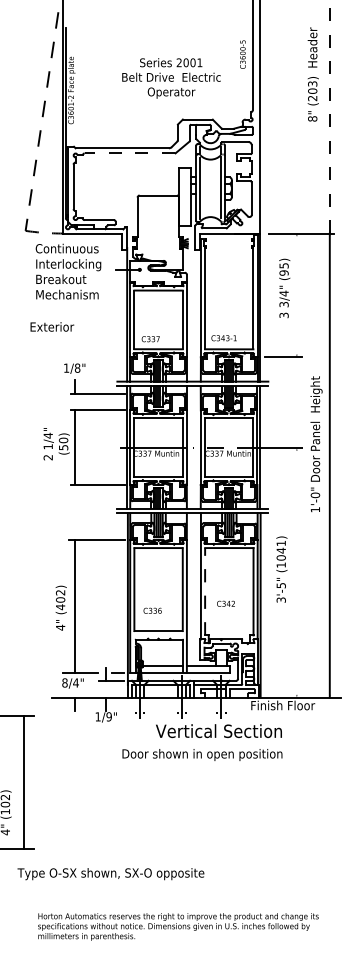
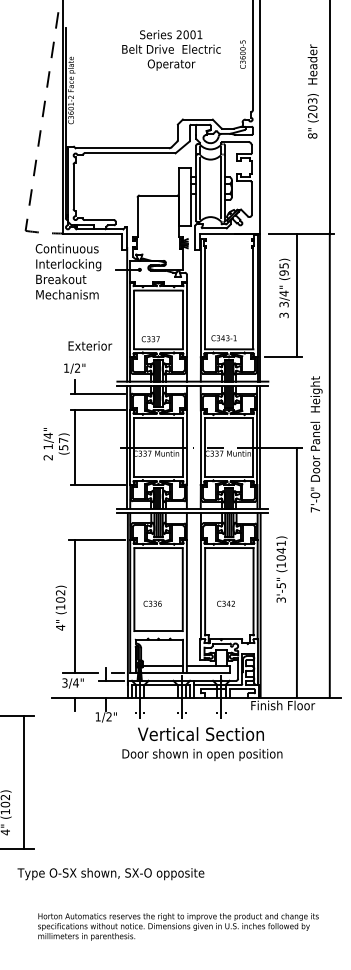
text at (312, 74) position: (312, 74) -> (312, 91)
text at (171, 78) position: (171, 78) -> (171, 50)
line at (329, 116): dashed -> solid
line at (129, 153): dashed -> solid
line at (296, 295): none -> present
text at (52, 326) position: (52, 326) -> (90, 345)
text at (77, 367): 1/8" -> 1/2"
text at (63, 440): (50) -> (57)
text at (314, 509): 1'-0" -> 7'-0"
line at (296, 572): none -> present
line at (205, 591): dashed -> solid
text at (60, 607): (402) -> (102)
text at (152, 610) position: (152, 610) -> (152, 603)
text at (64, 682): 8/4" -> 3/4"
text at (108, 716): 1/9" -> 1/2"
text at (218, 731) position: (218, 731) -> (200, 734)
